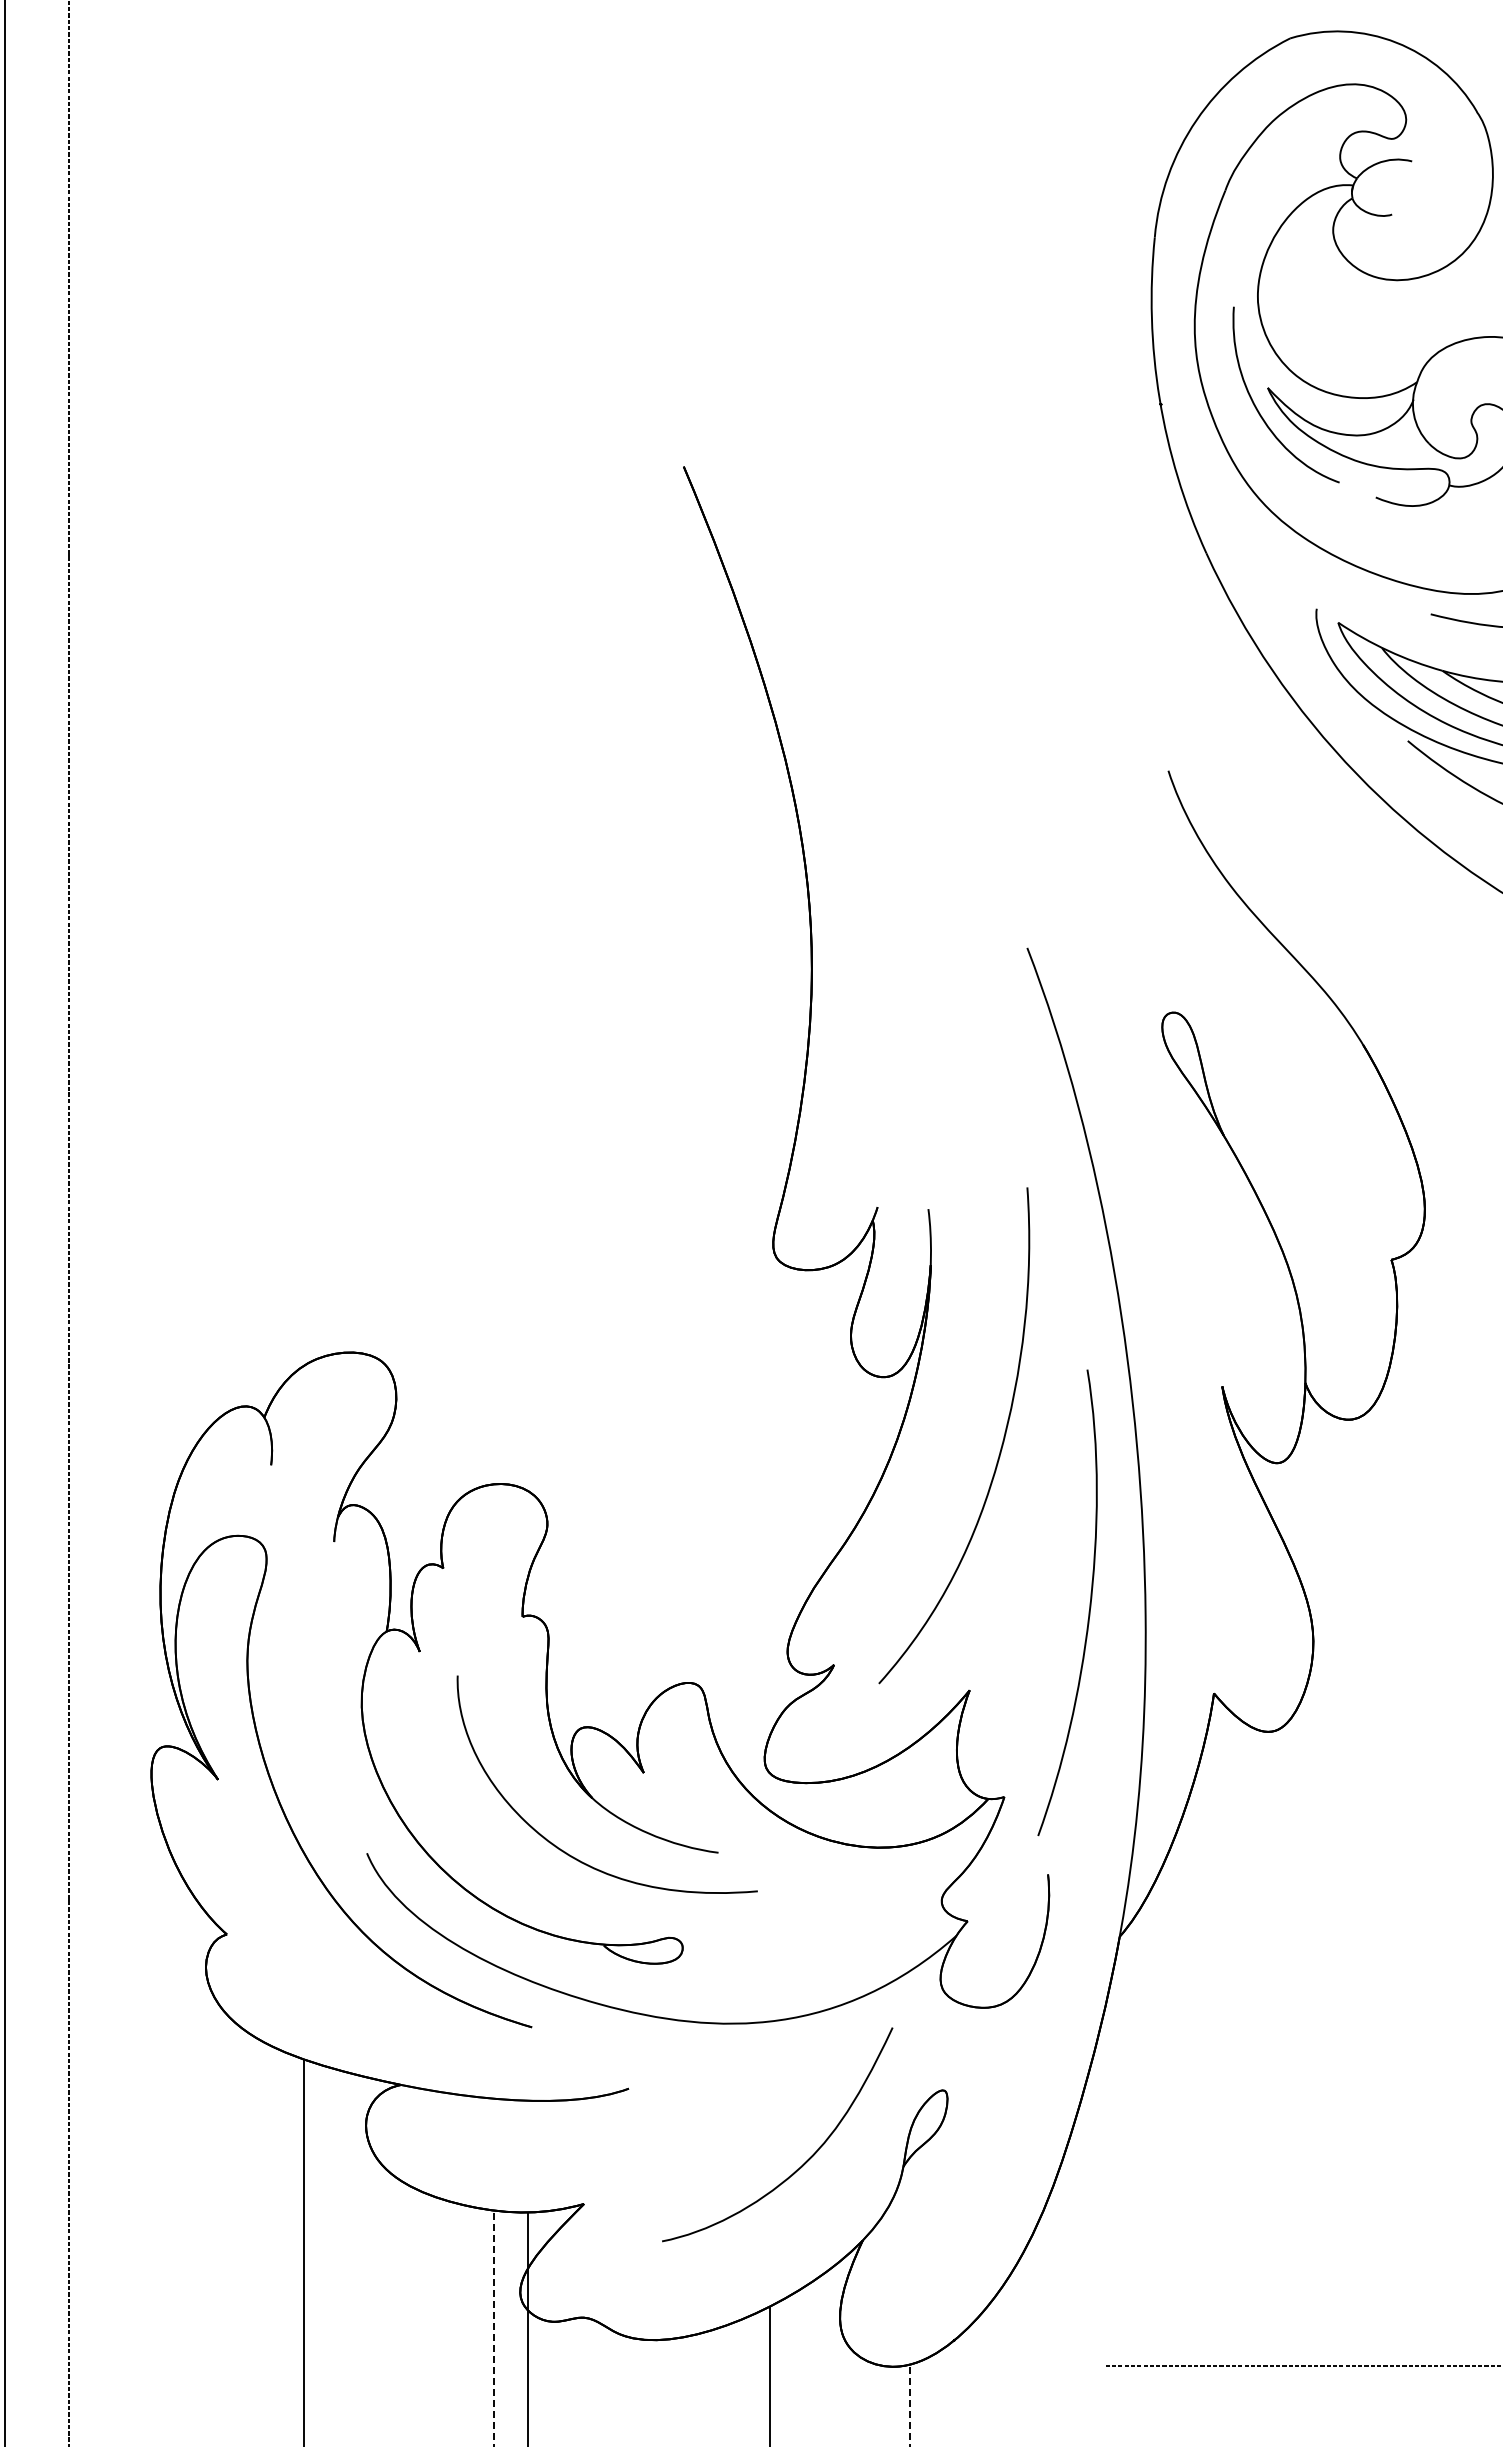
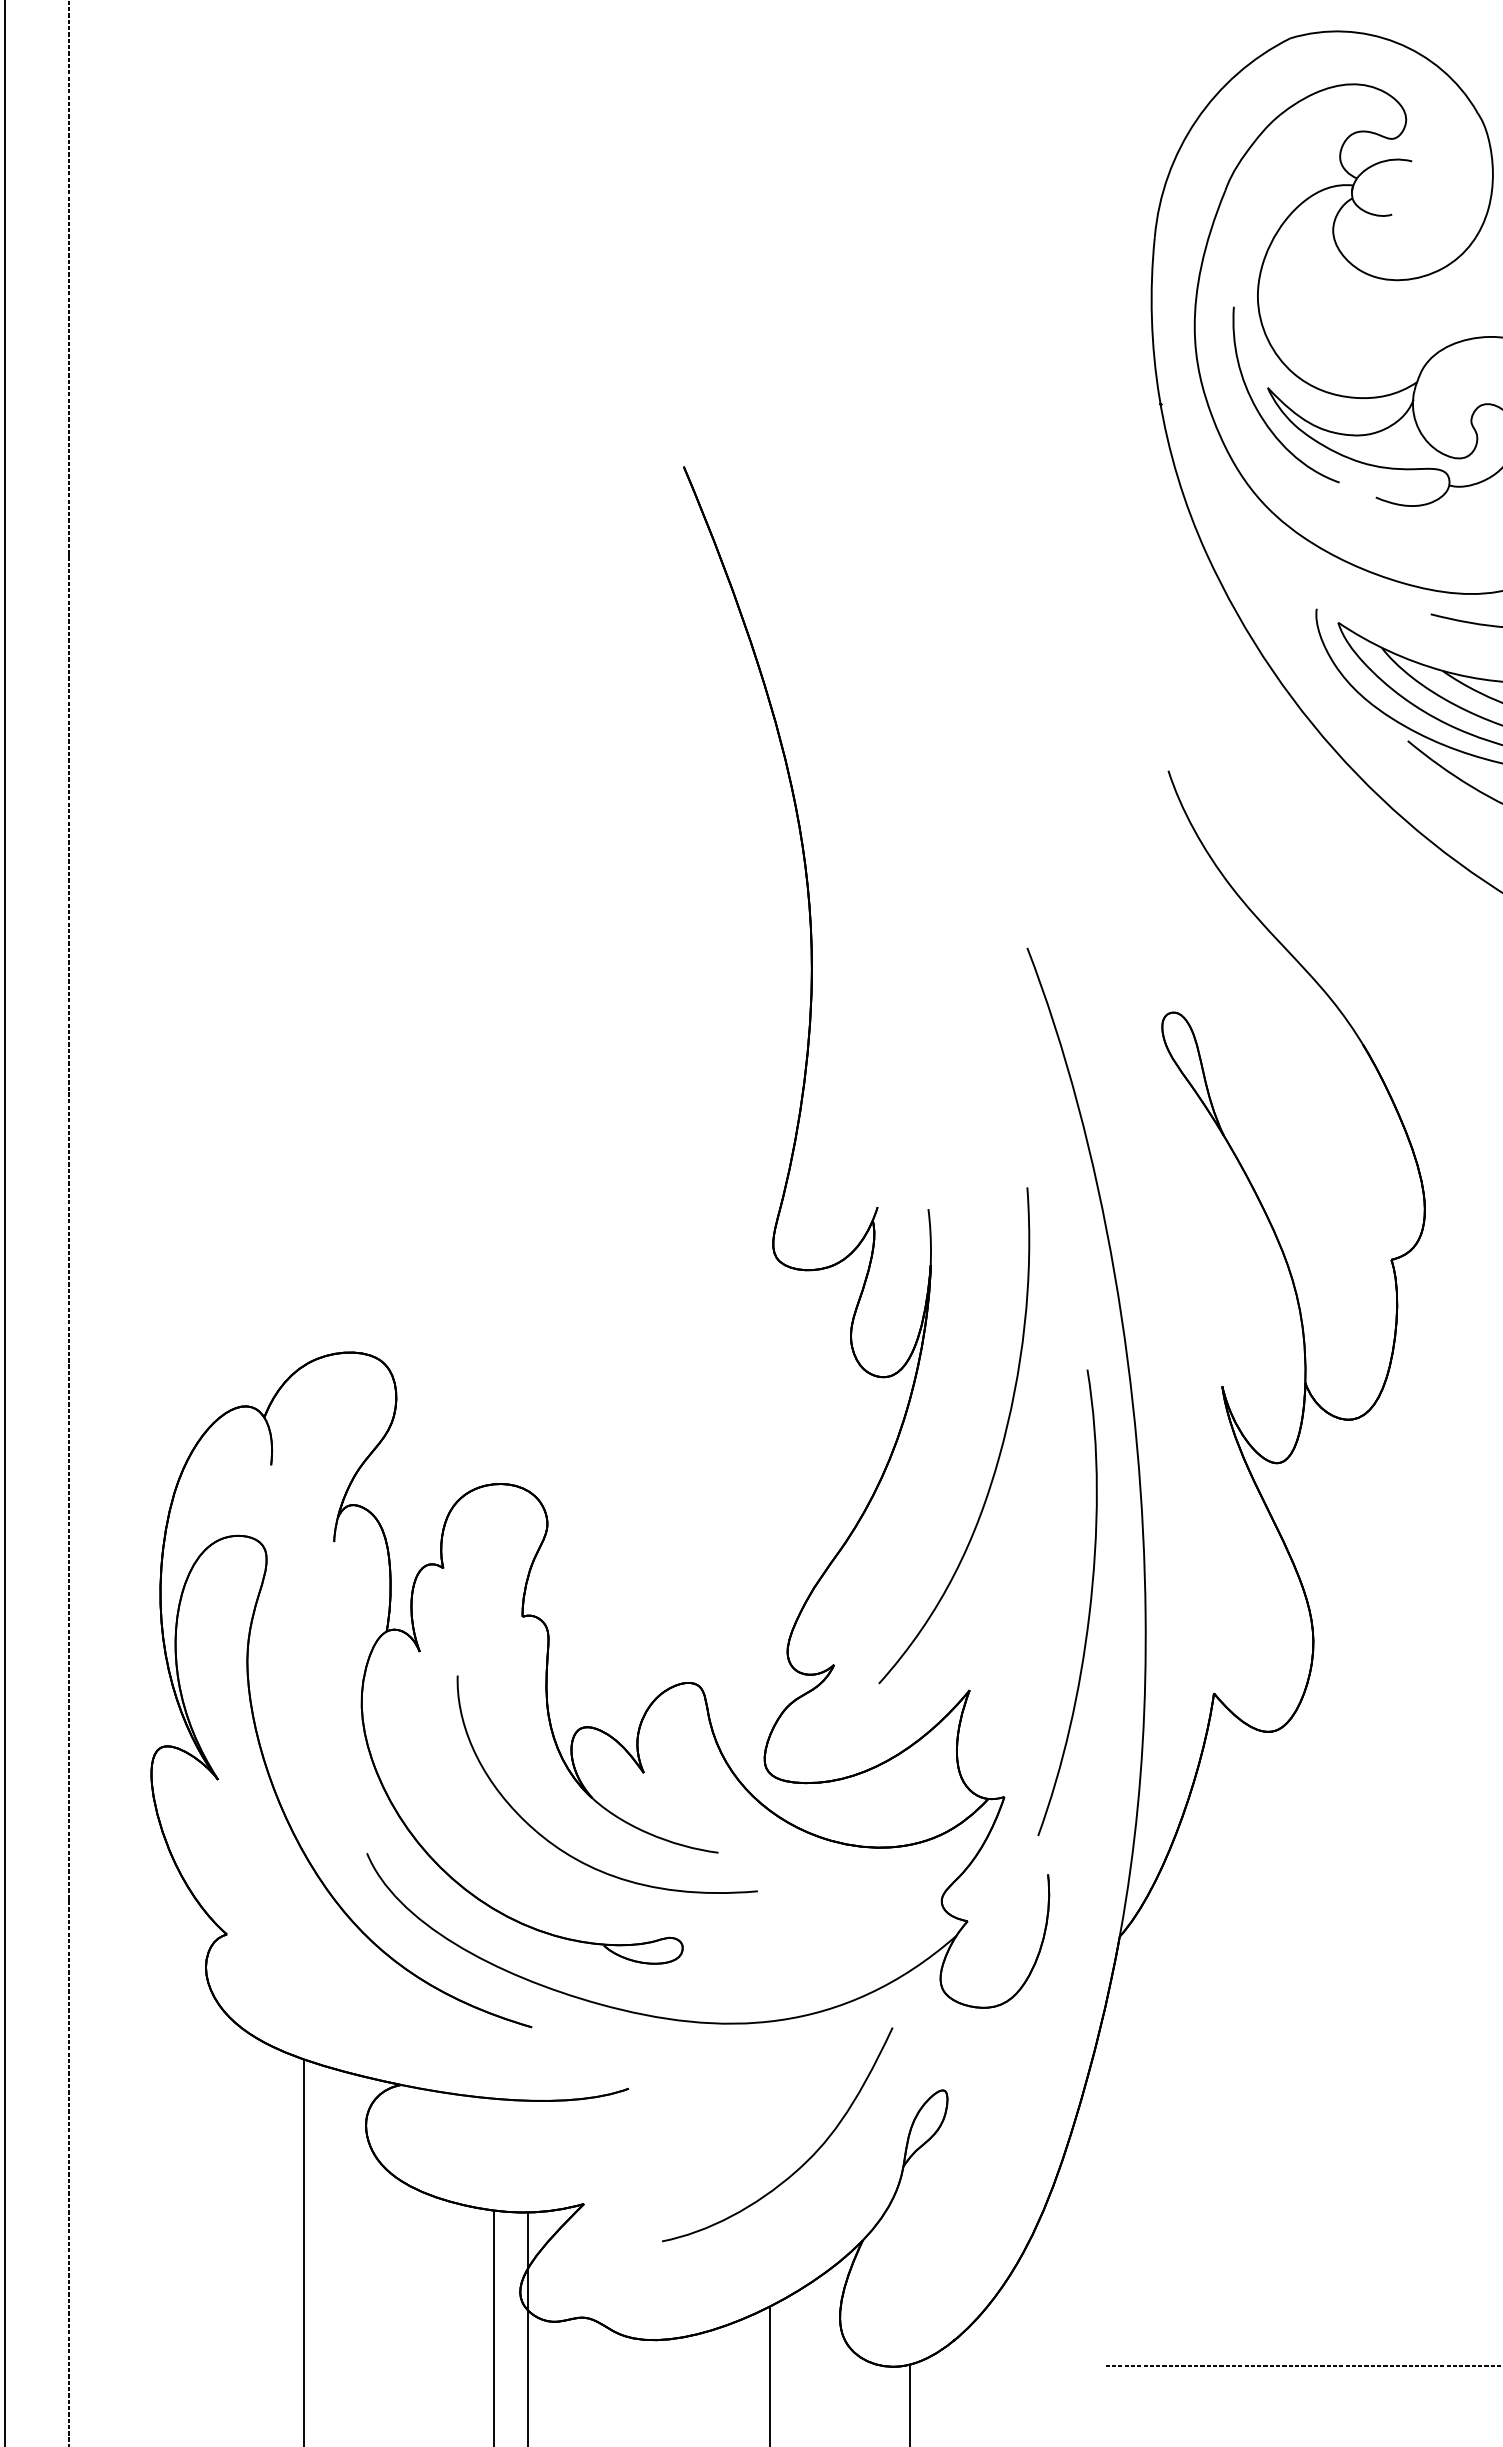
line at (493, 2328): dashed -> solid
line at (909, 2405): dashed -> solid
